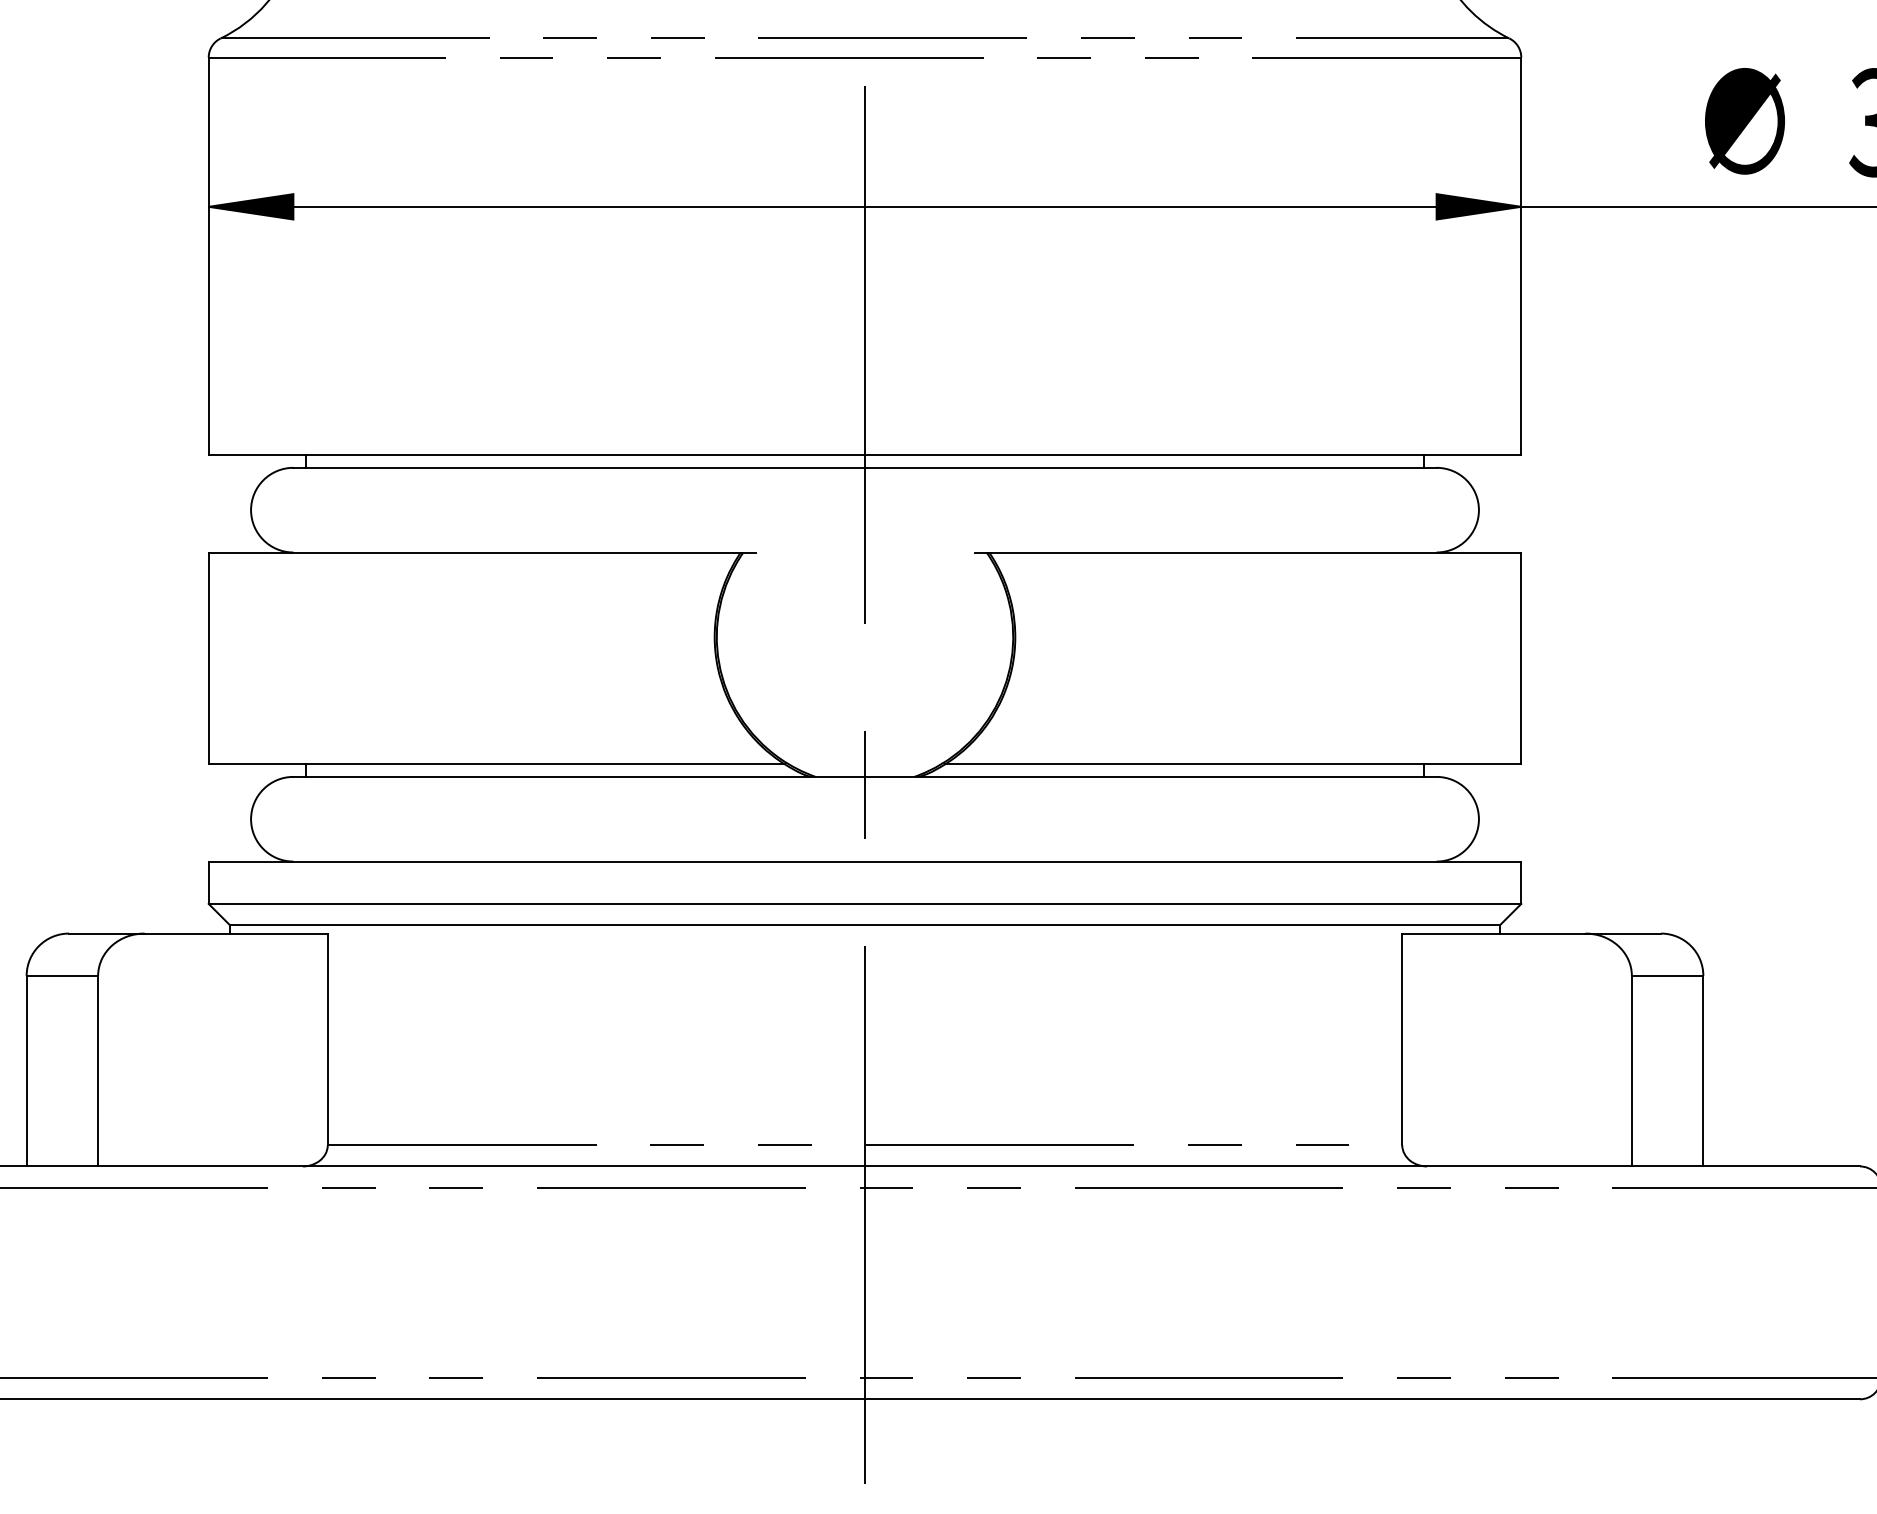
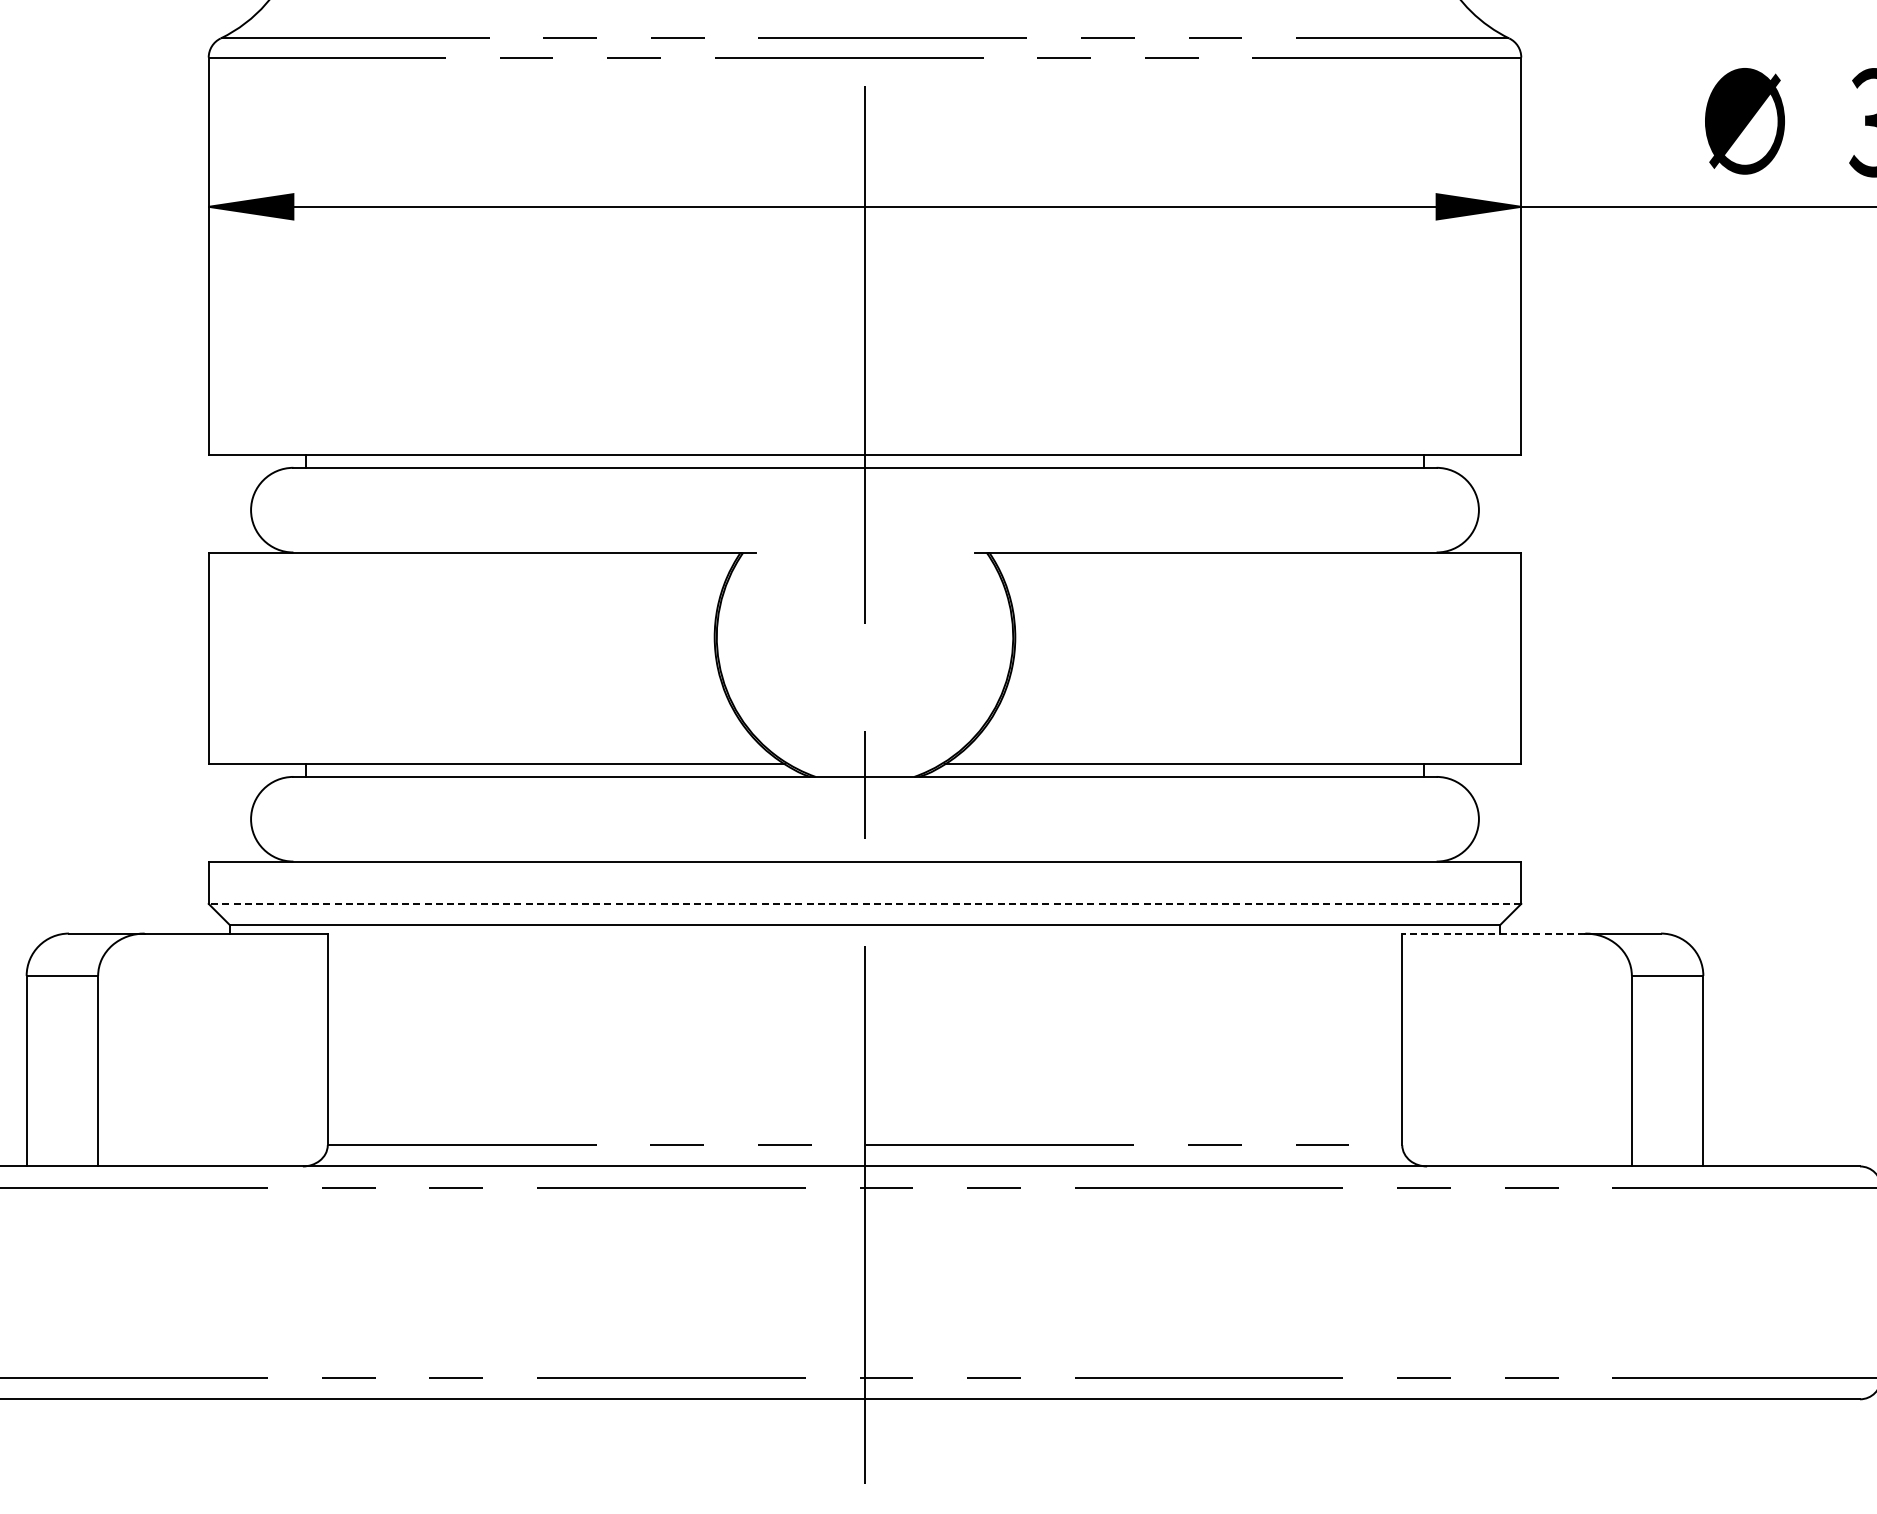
line at (864, 903): solid -> dashed
line at (1493, 933): solid -> dashed
